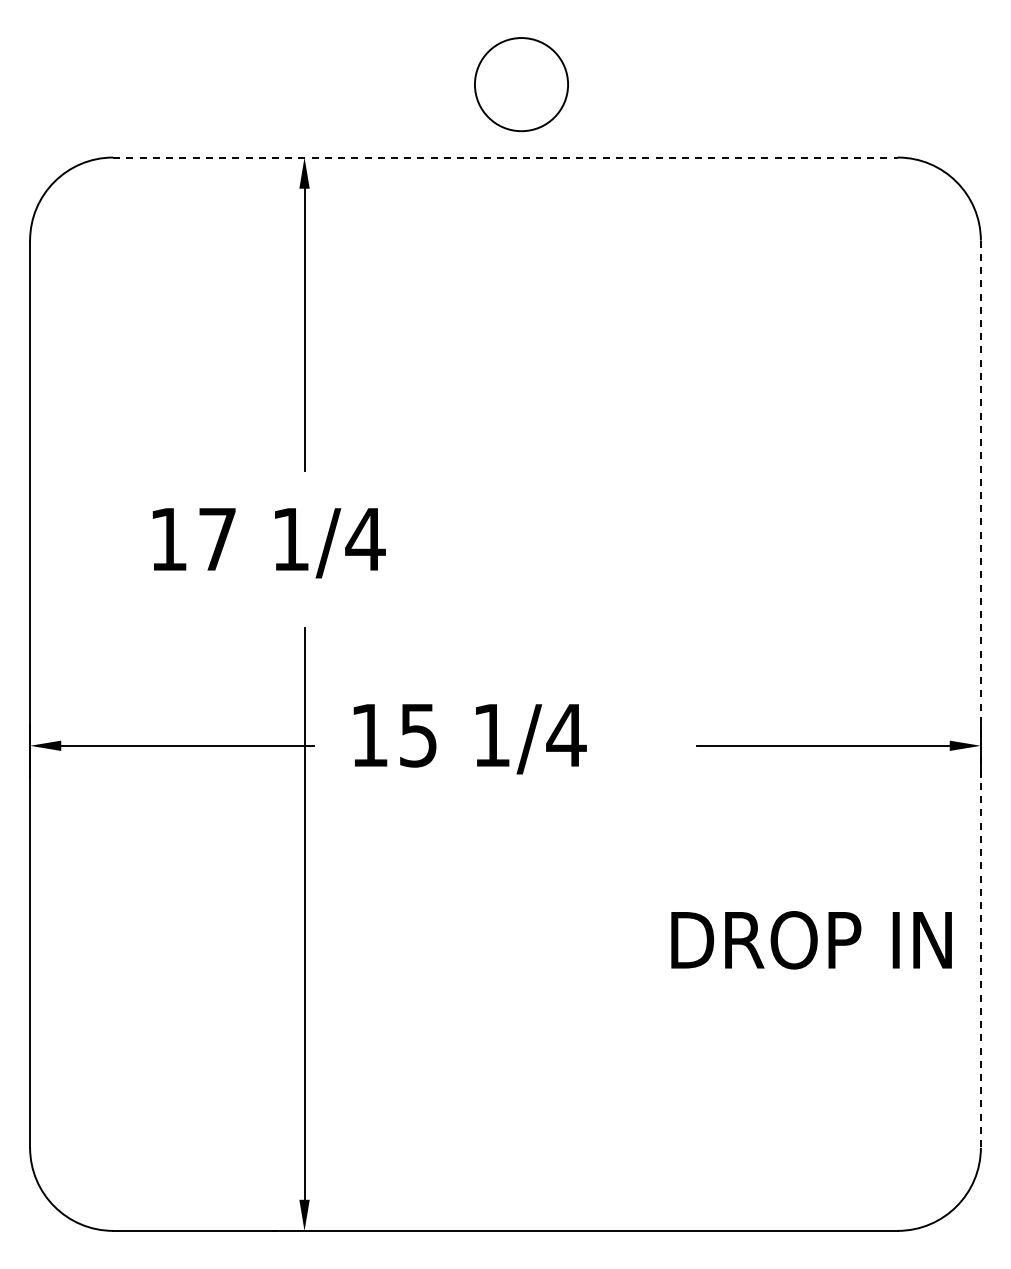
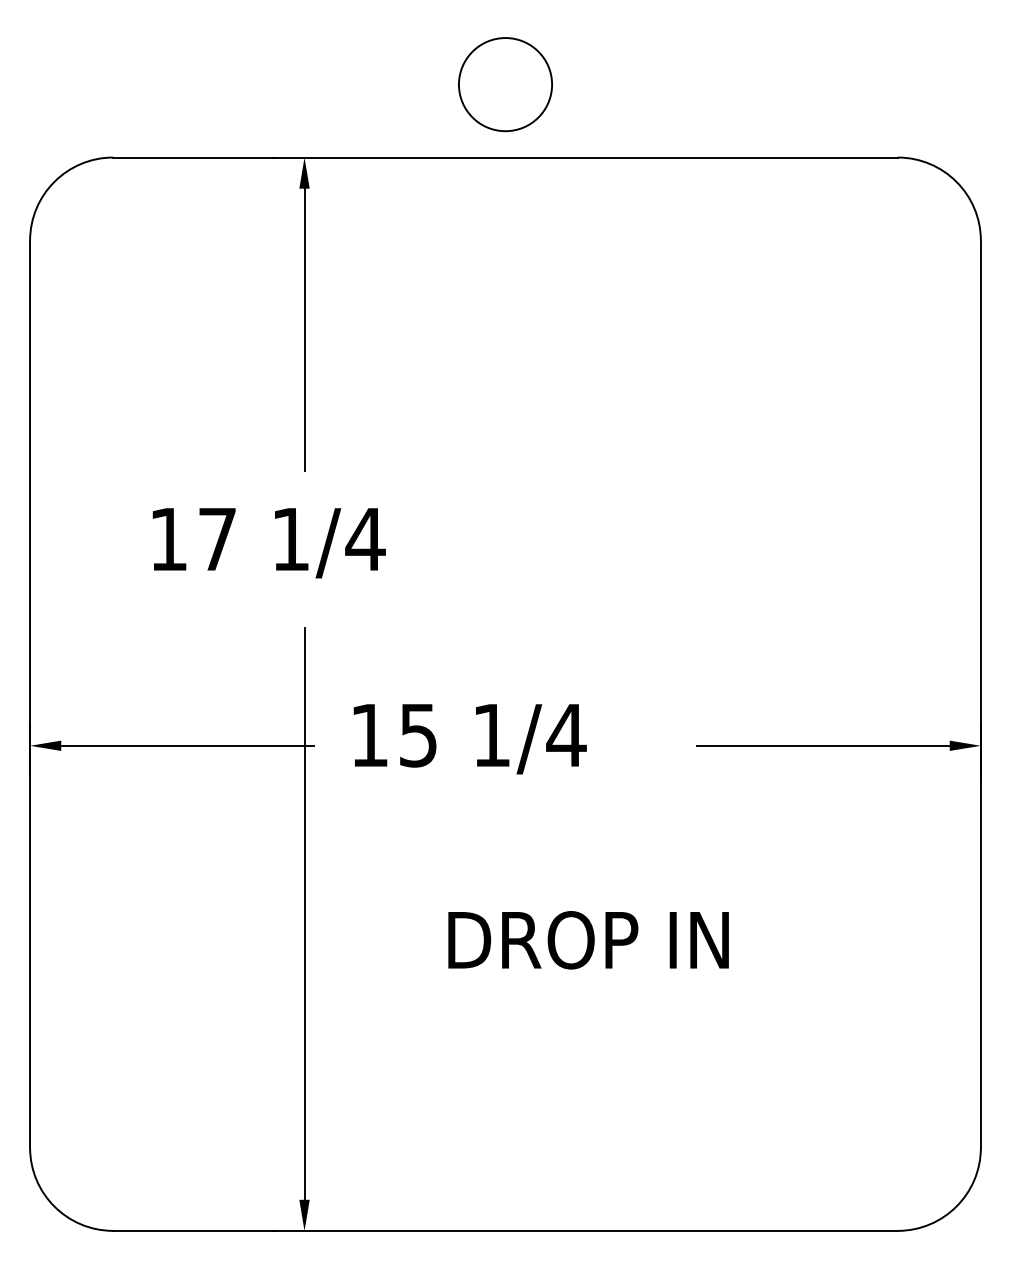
circle at (521, 84) position: (521, 84) -> (505, 84)
line at (505, 157): dashed -> solid
line at (980, 694): dashed -> solid
text at (811, 940) position: (811, 940) -> (588, 940)
